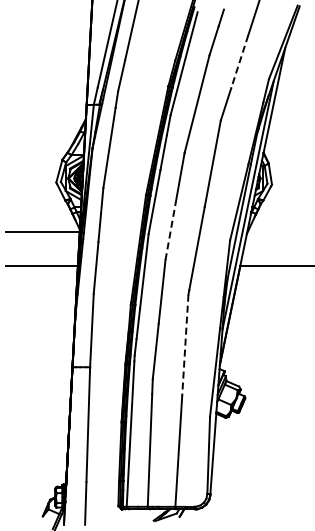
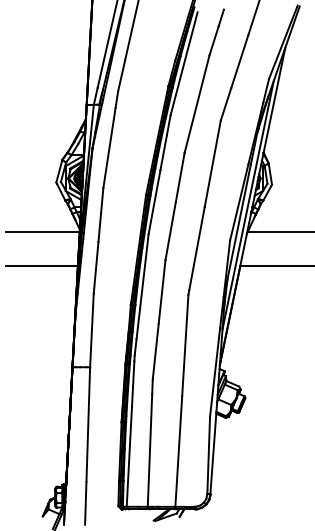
line at (239, 61): dashed -> solid
line at (170, 231): dashed -> solid
line at (279, 231): none -> present
line at (185, 345): dashed -> solid
